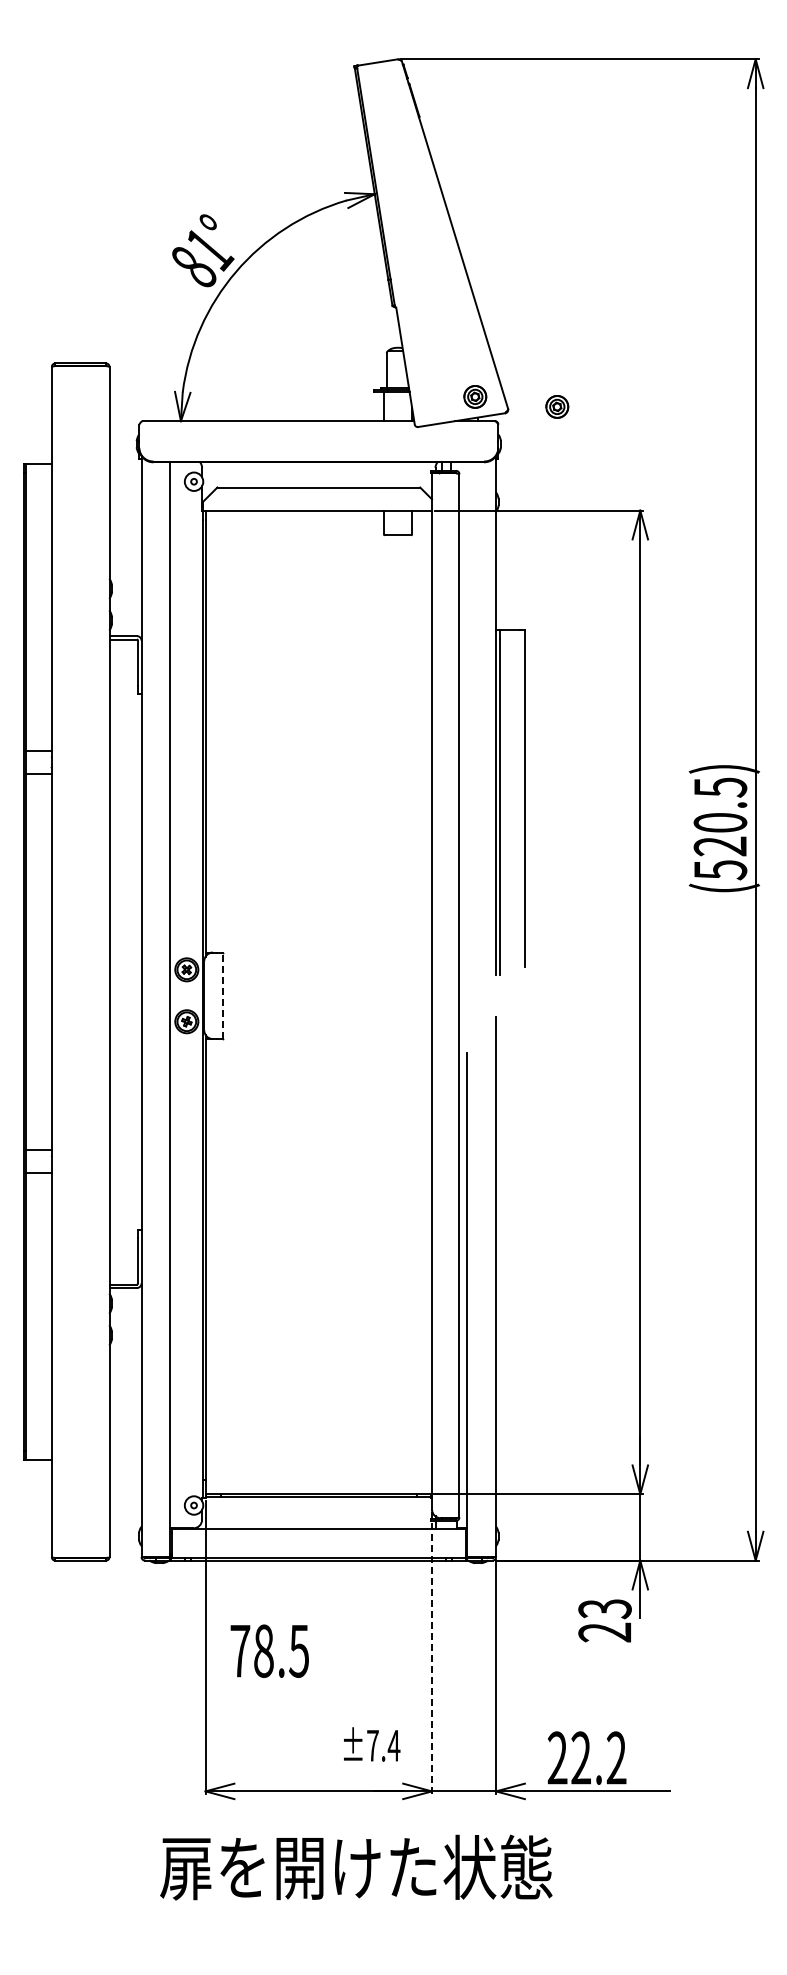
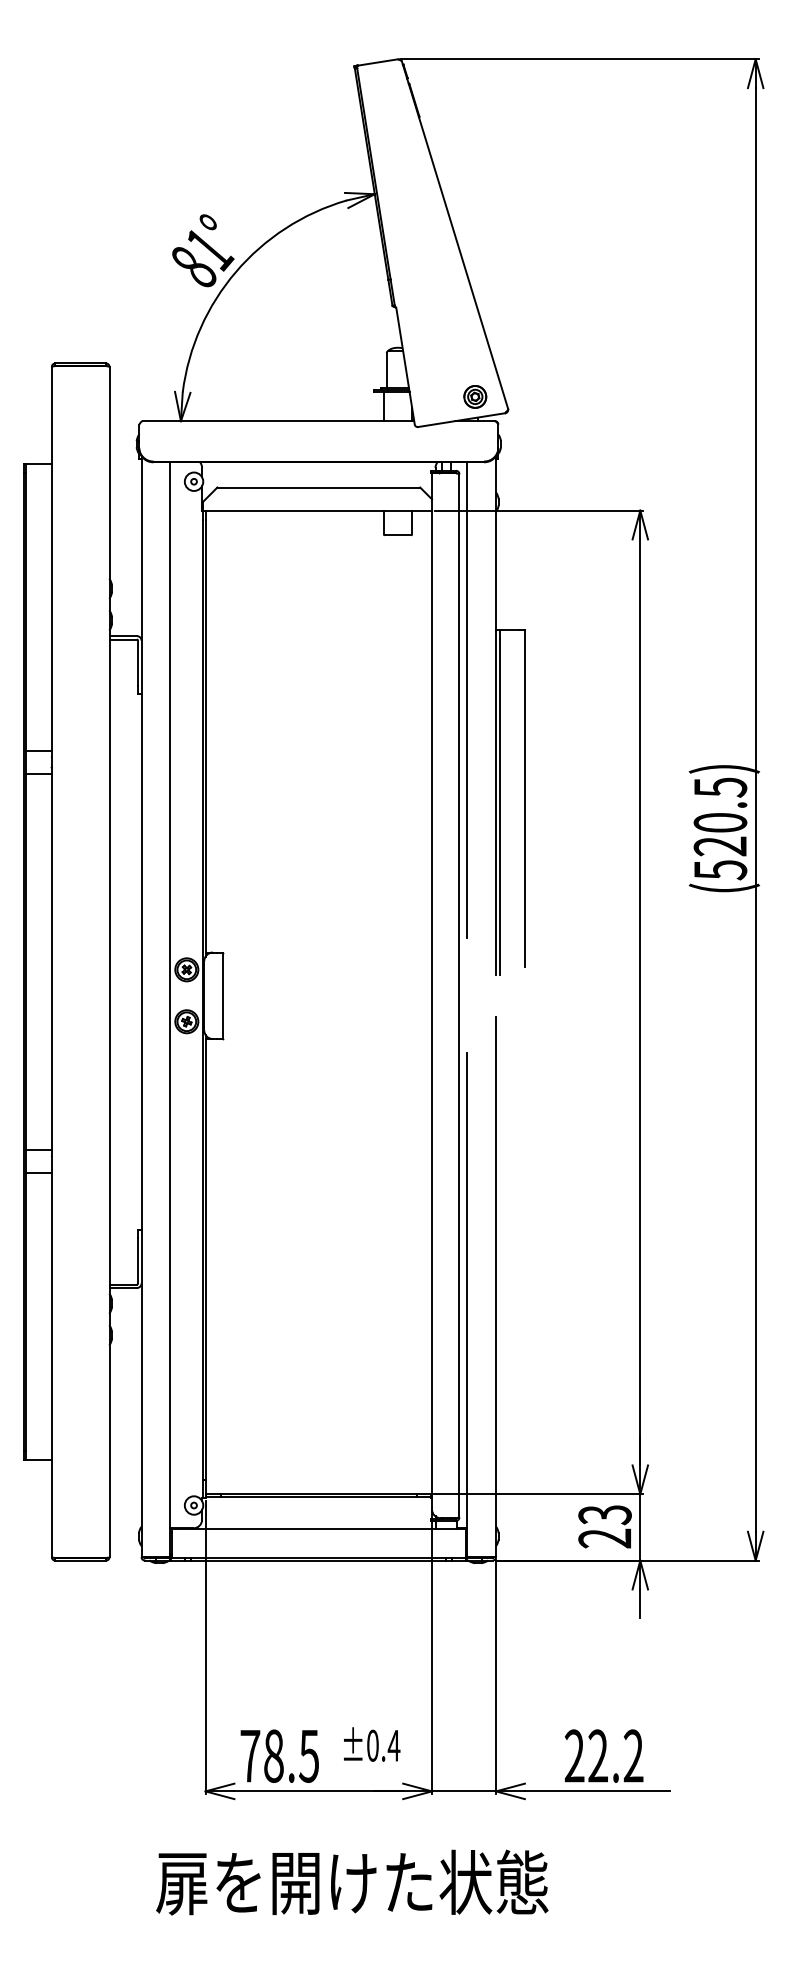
part at (557, 406): present -> none
line at (467, 700): none -> present
line at (222, 995): dashed -> solid
text at (604, 1620) position: (604, 1620) -> (604, 1526)
text at (269, 1650) position: (269, 1650) -> (279, 1755)
line at (432, 1653): dashed -> solid
text at (372, 1745): ±7.4 -> ±0.4
text at (586, 1757) position: (586, 1757) -> (603, 1755)
text at (356, 1867) position: (356, 1867) -> (352, 1882)
